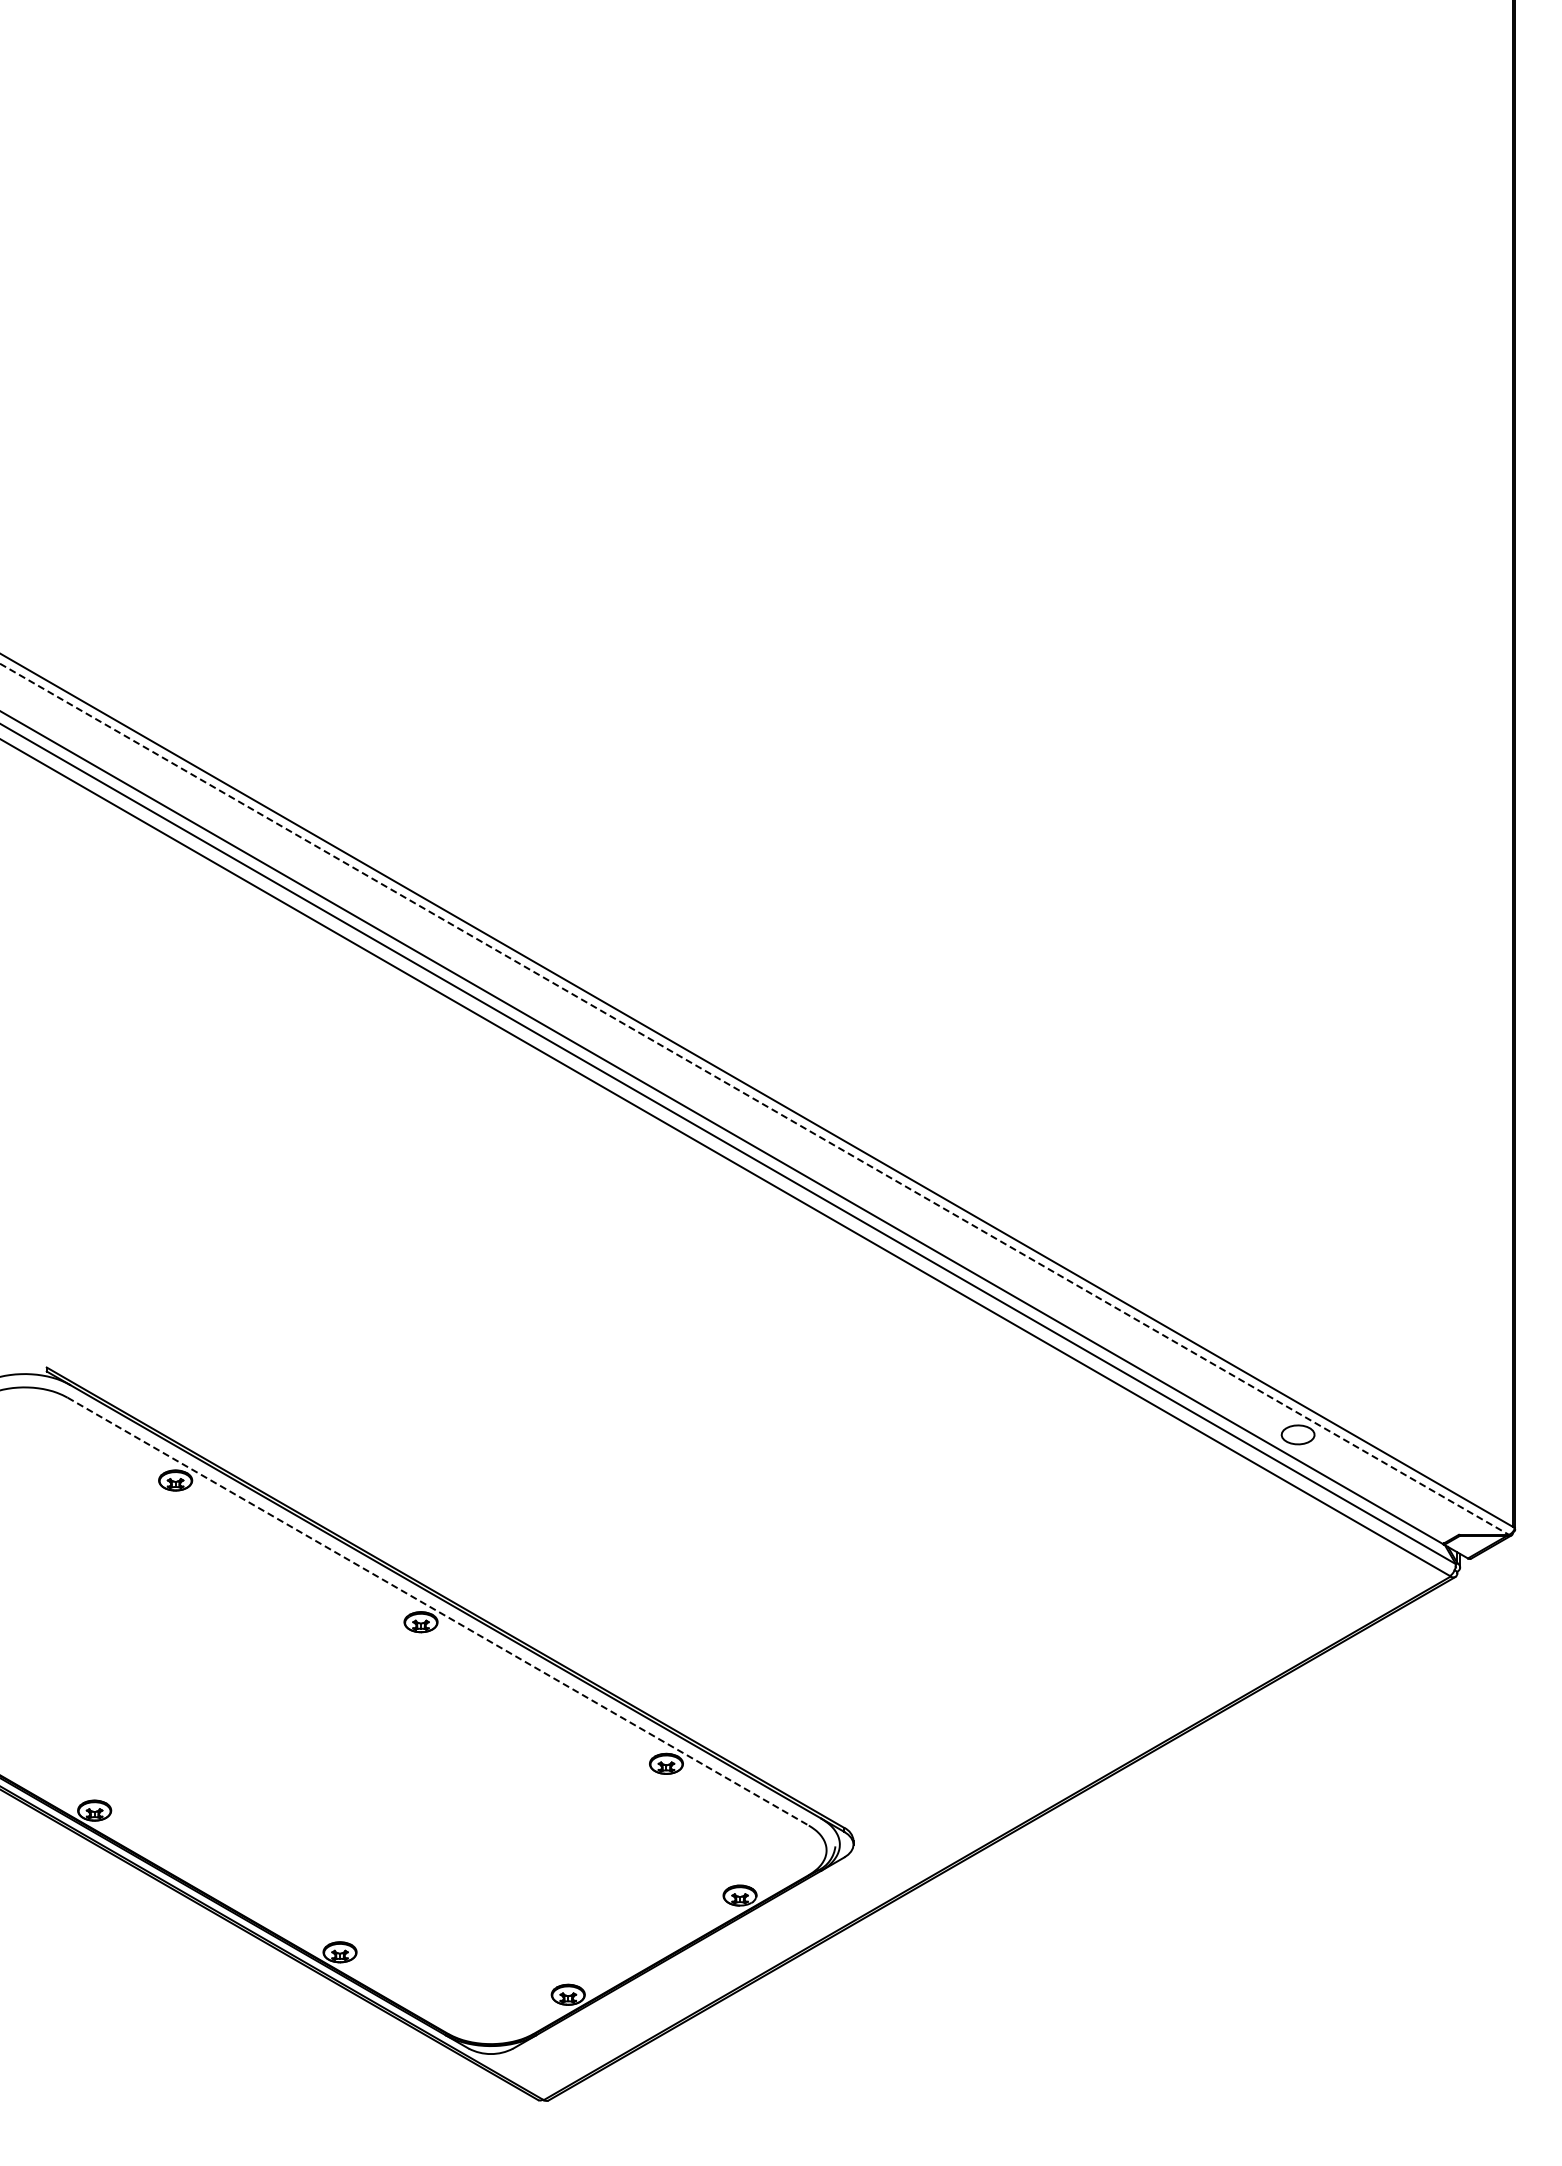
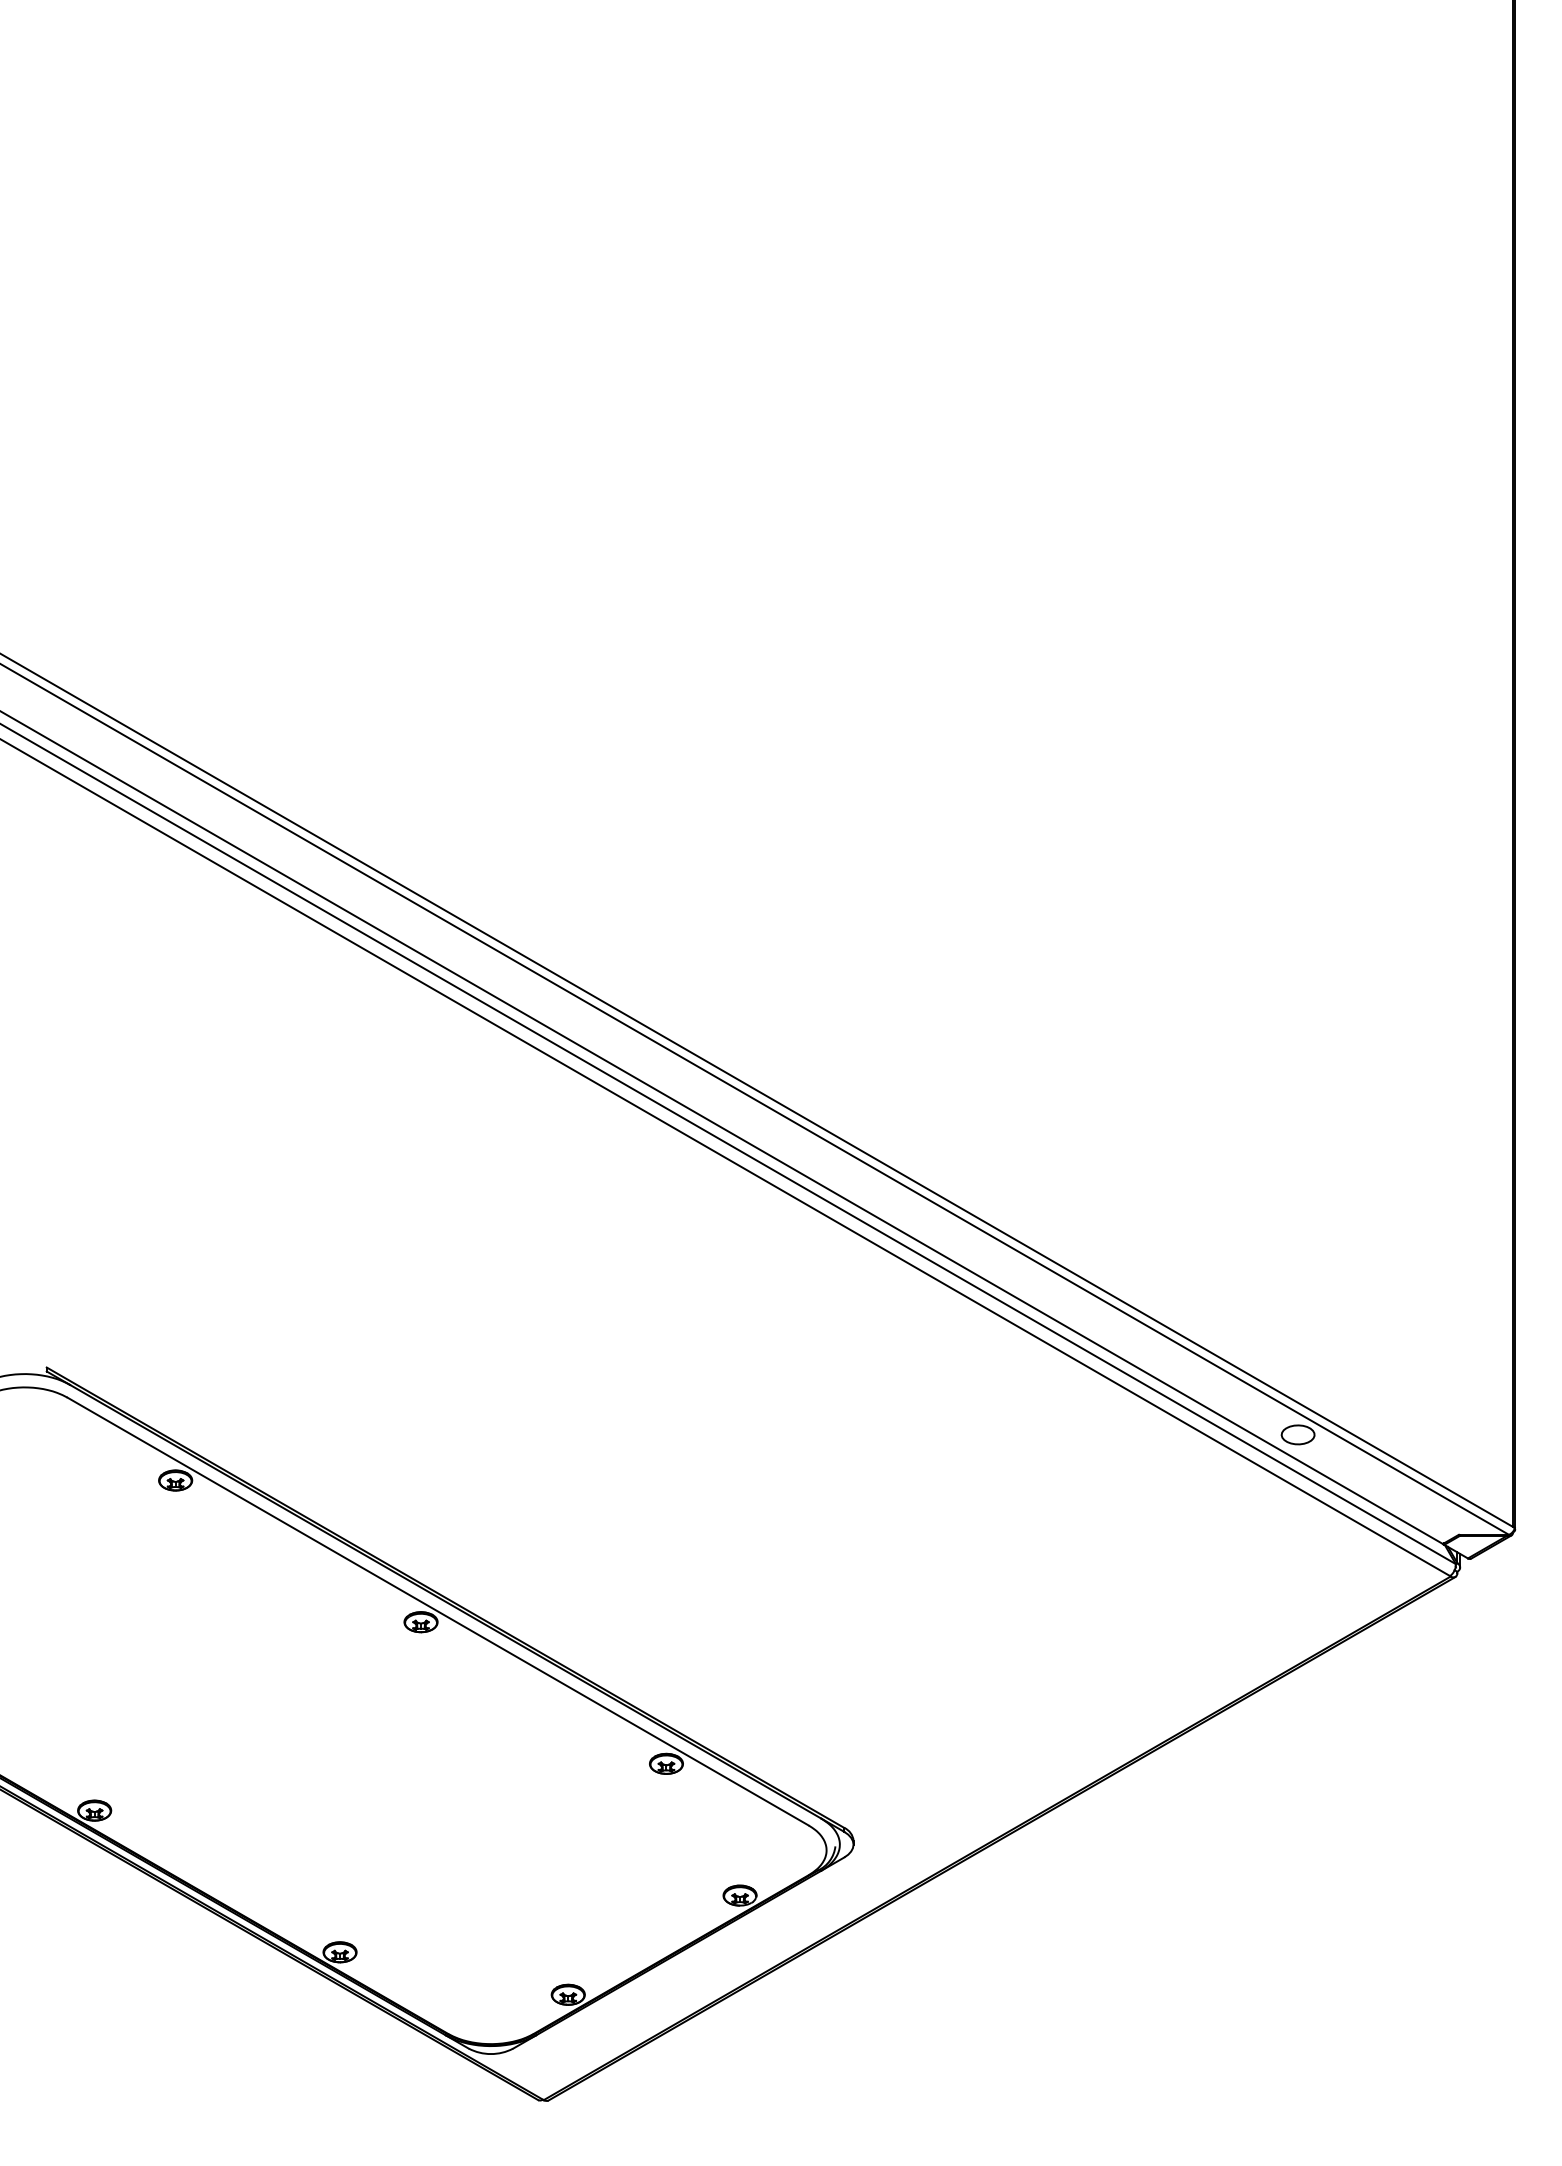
line at (754, 1099): dashed -> solid
line at (438, 1611): dashed -> solid
